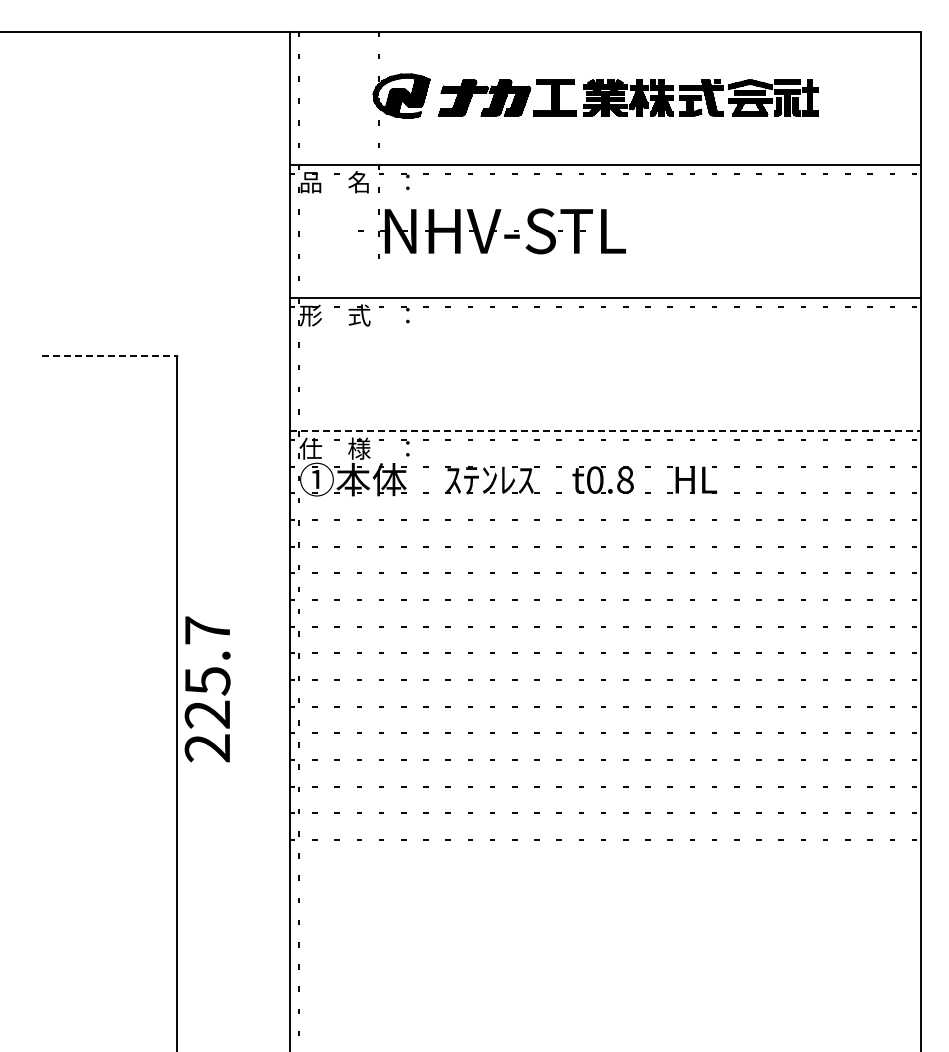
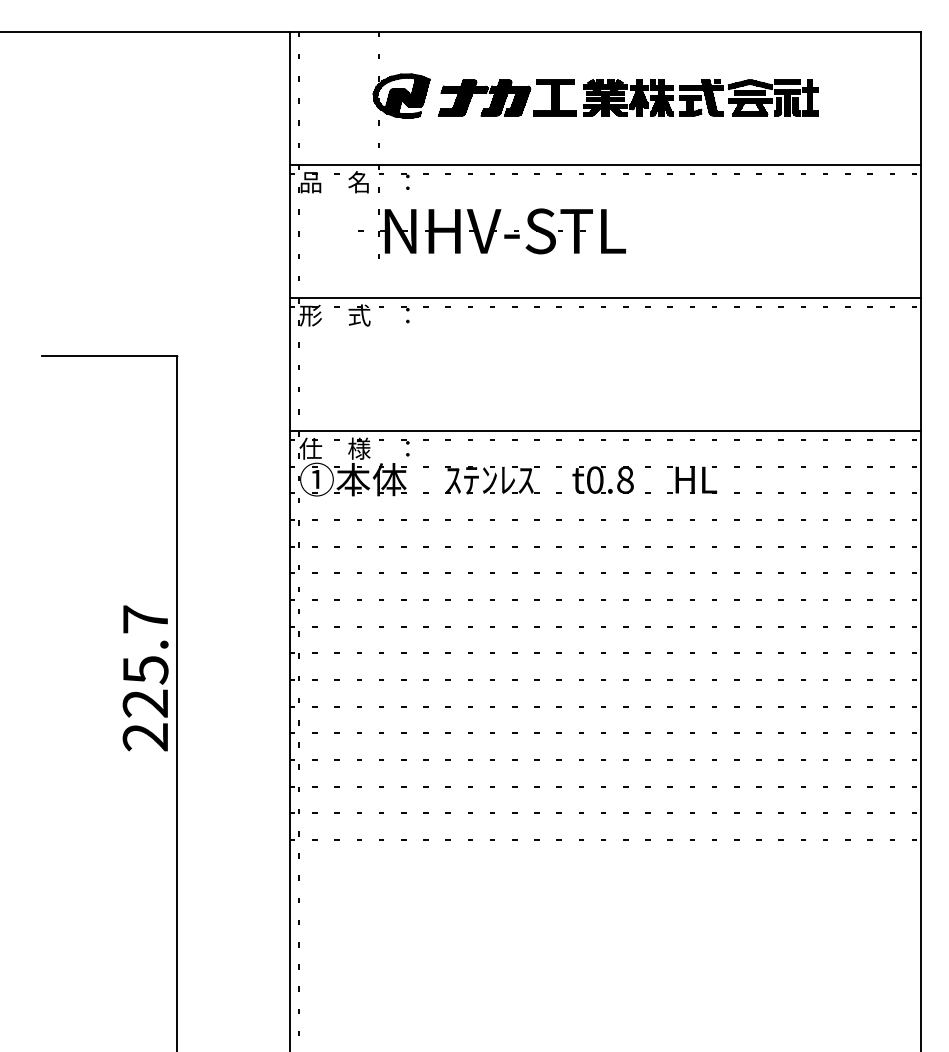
line at (110, 355): dashed -> solid
line at (605, 431): dashed -> solid
text at (207, 689) position: (207, 689) -> (145, 678)
